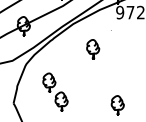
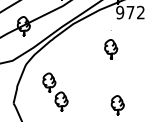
part at (93, 49) position: (93, 49) -> (111, 49)
